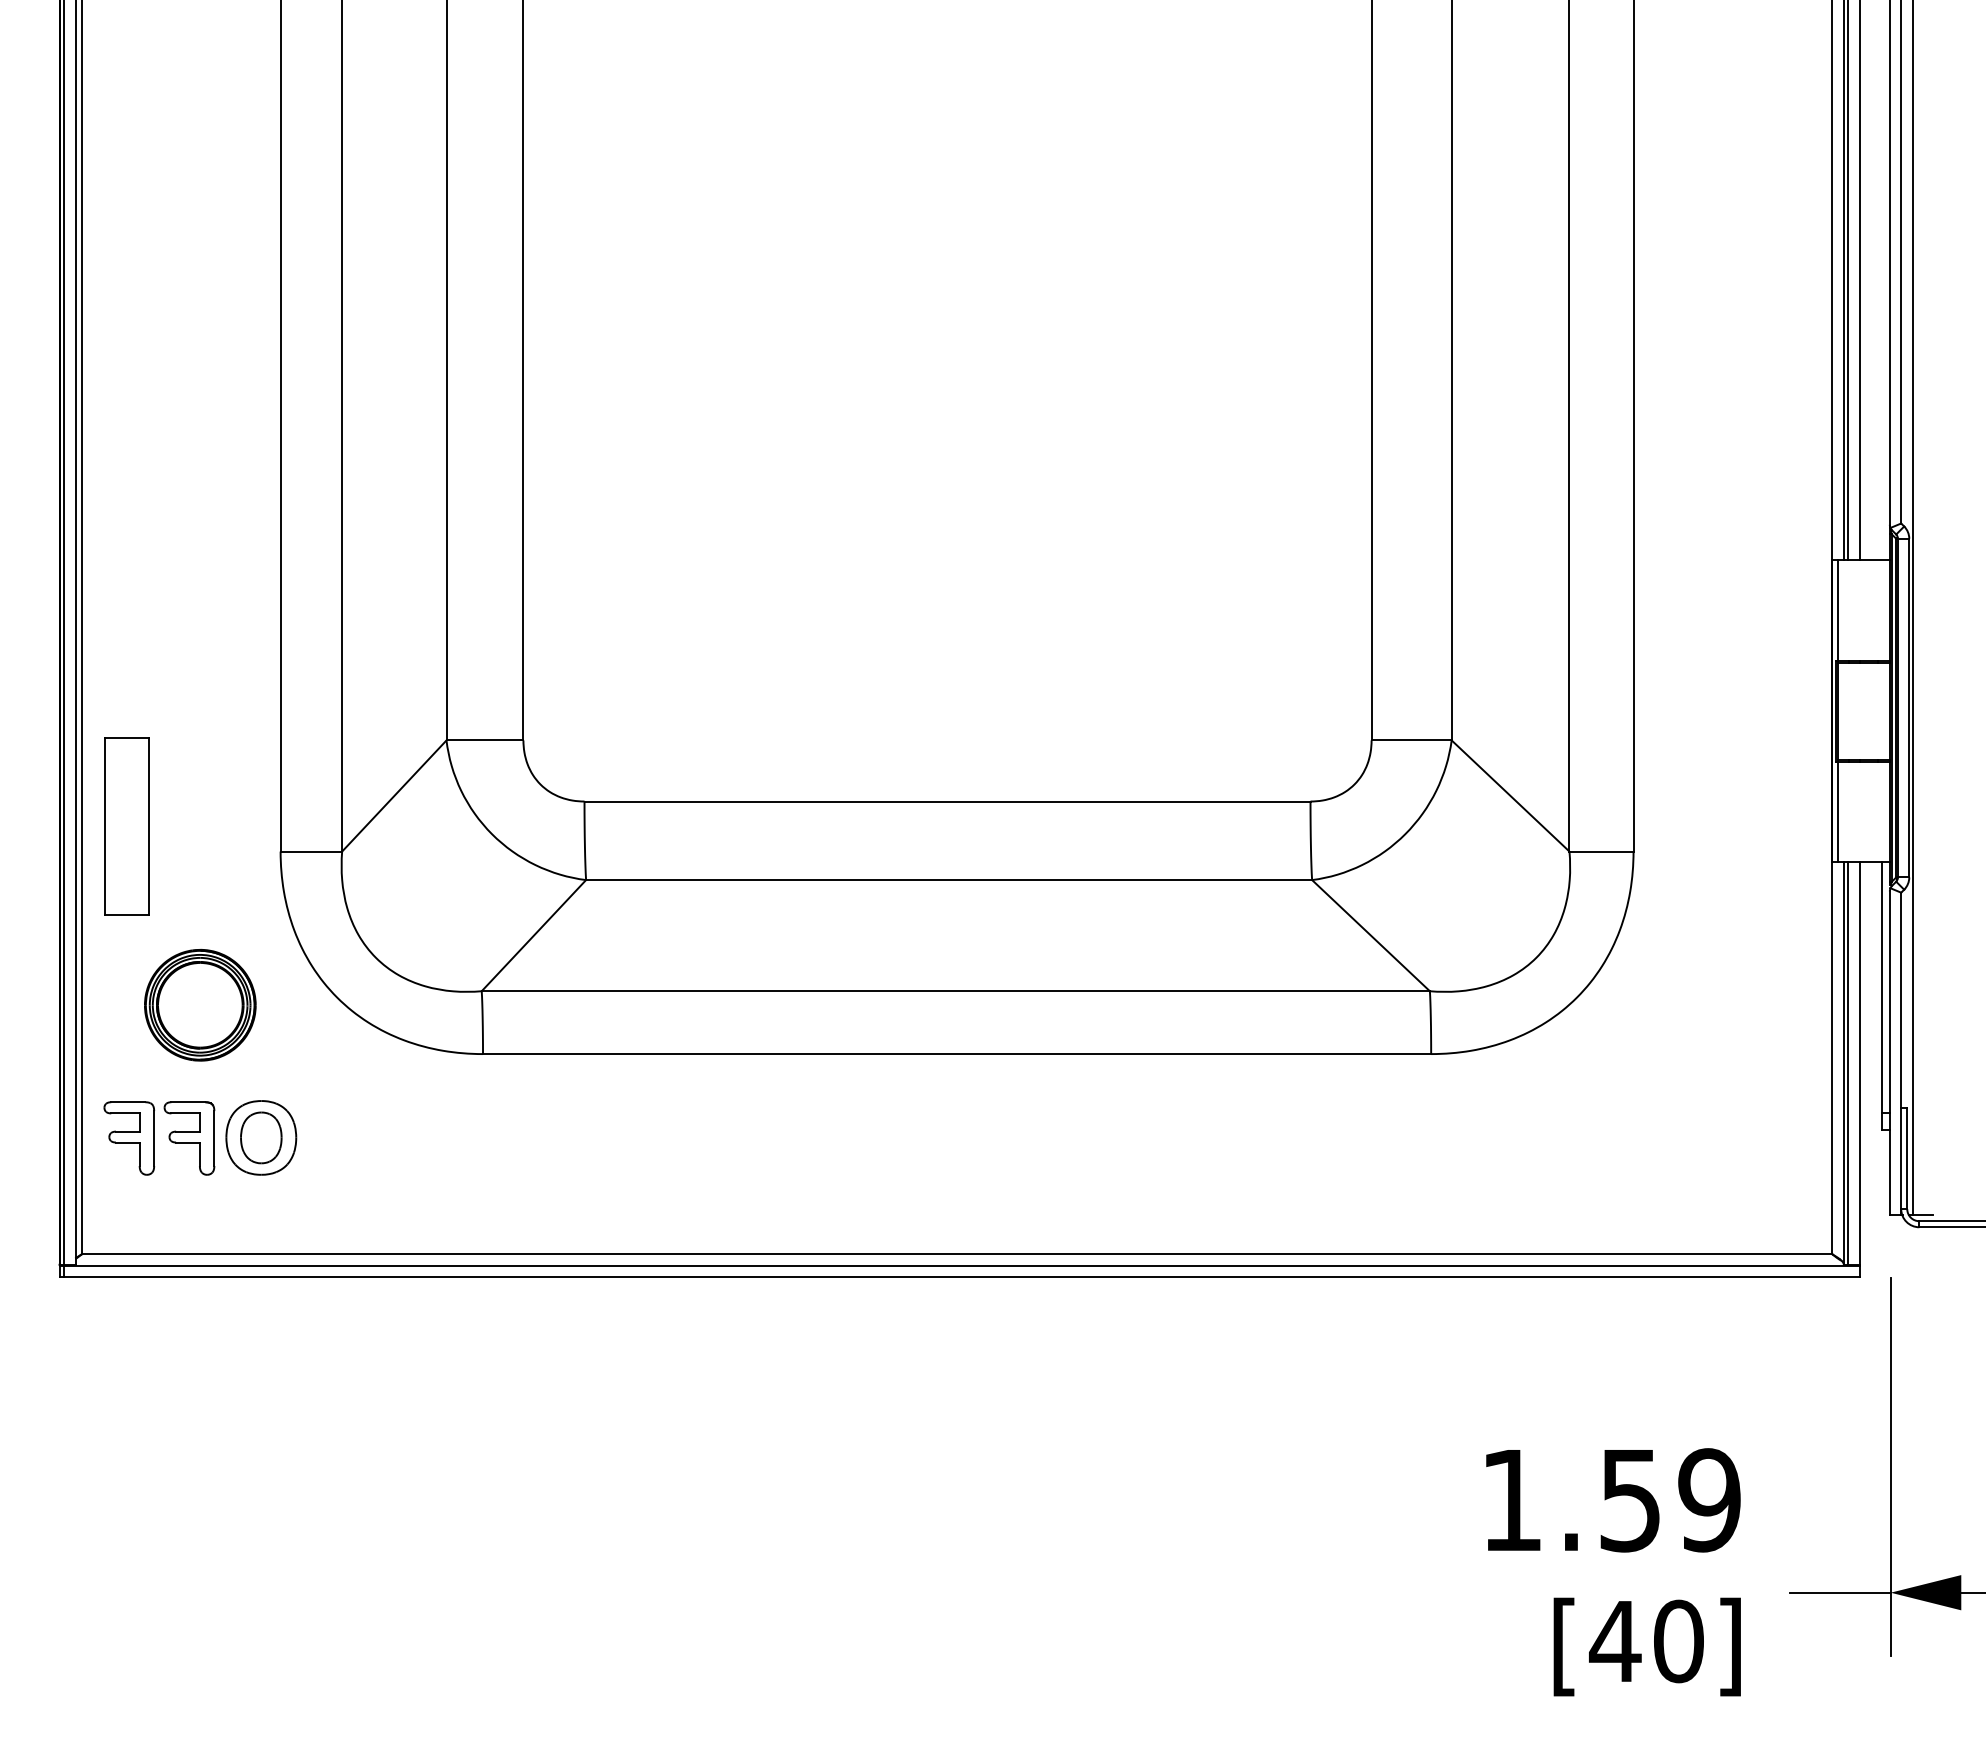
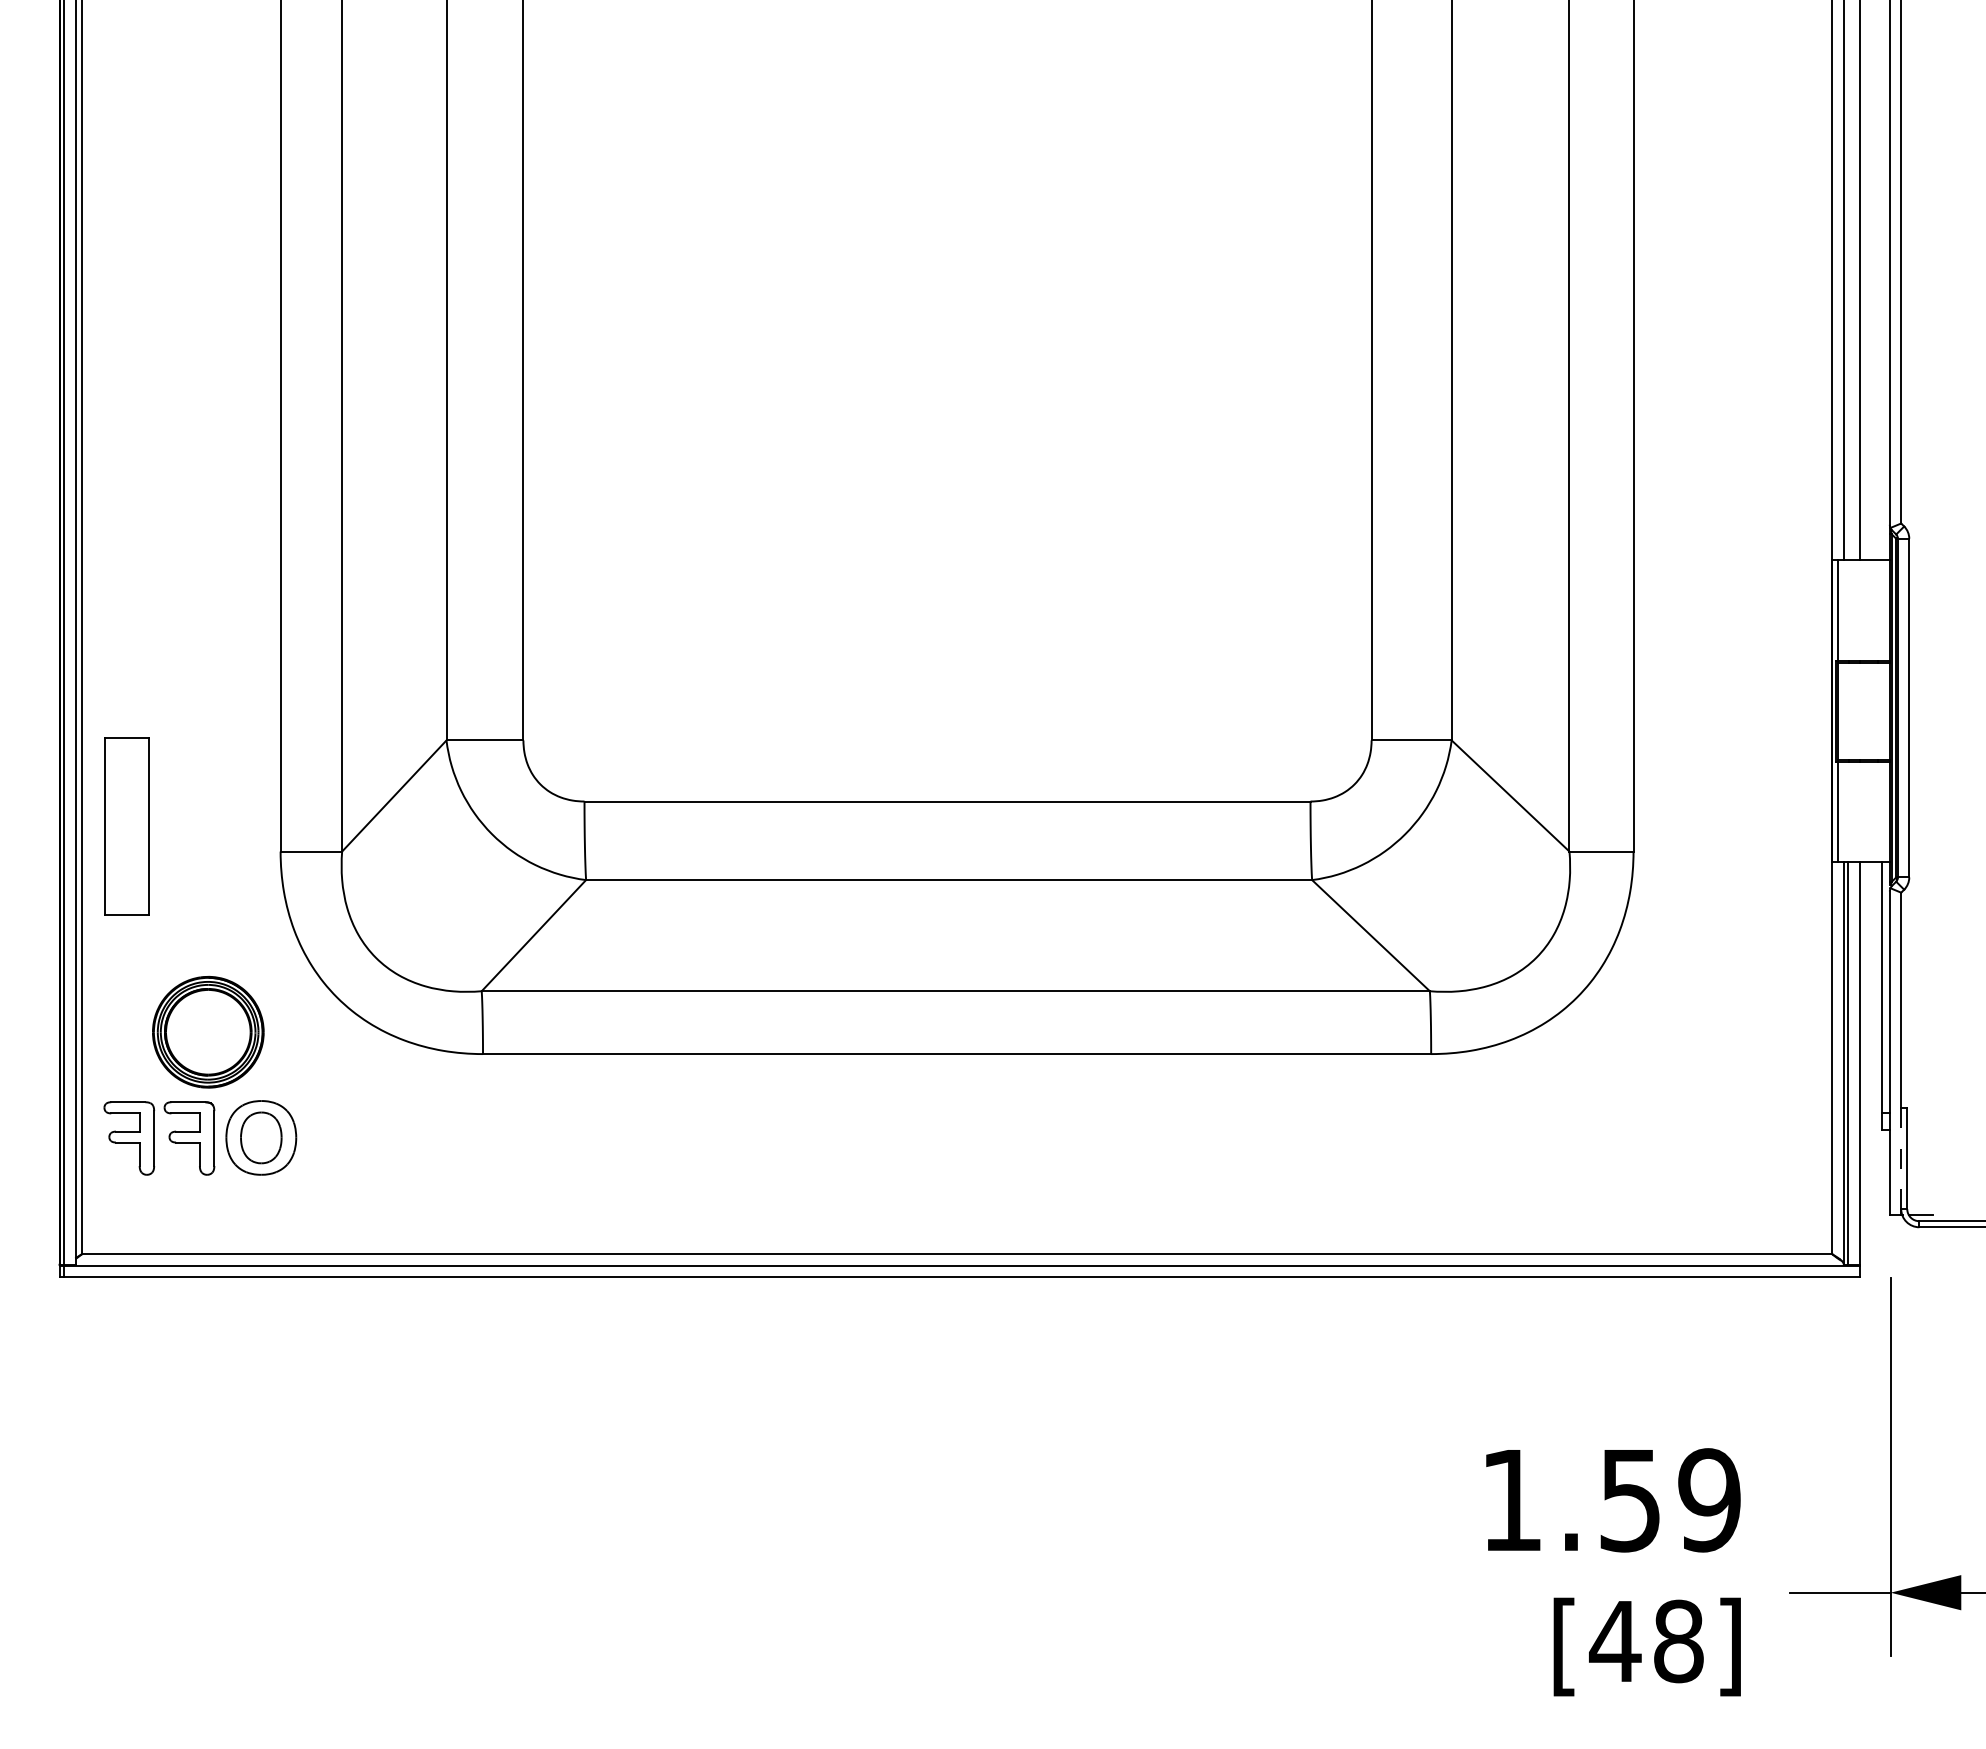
line at (1848, 281): present -> none
line at (1913, 608): present -> none
part at (200, 1005) position: (200, 1005) -> (208, 1032)
line at (1901, 1158): solid -> dashed
text at (1678, 1641): [40] -> [48]
